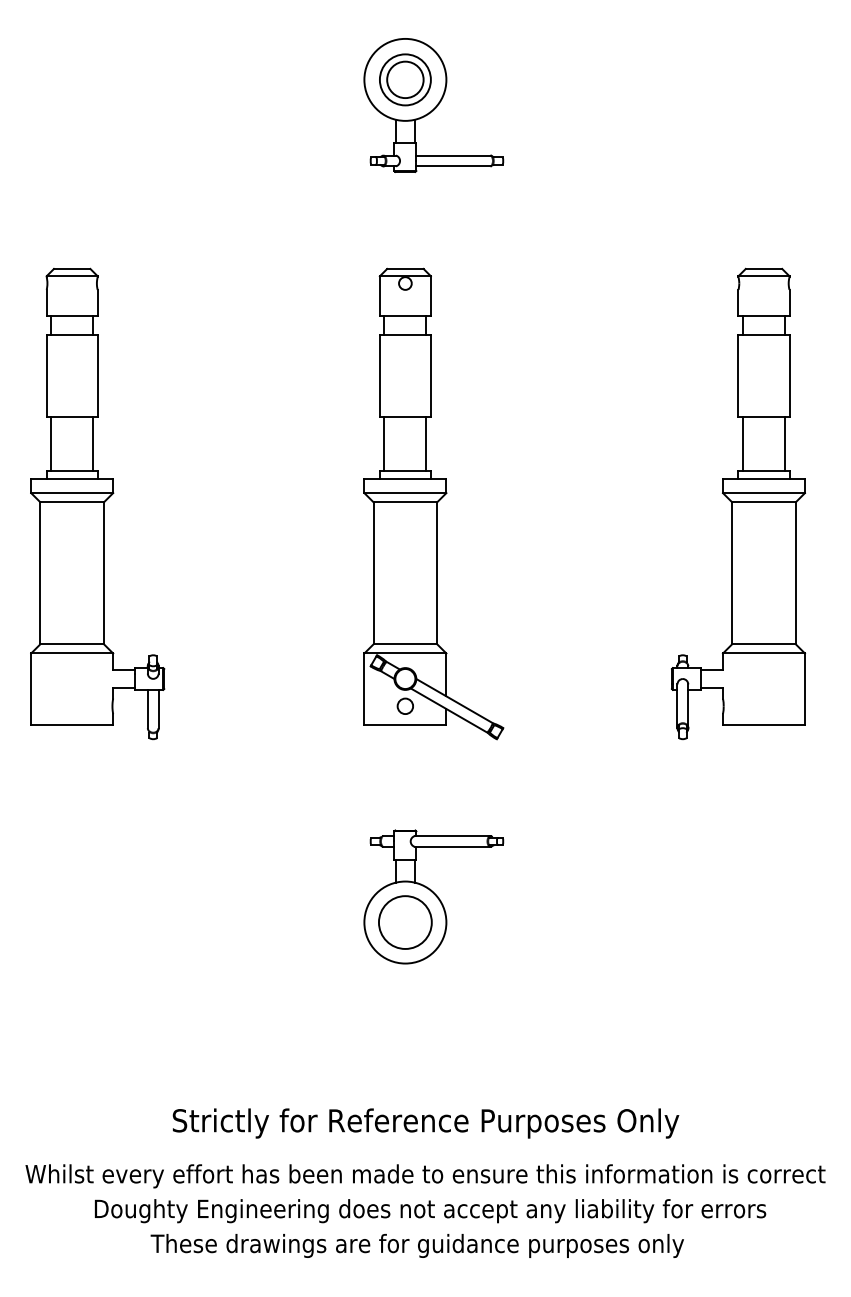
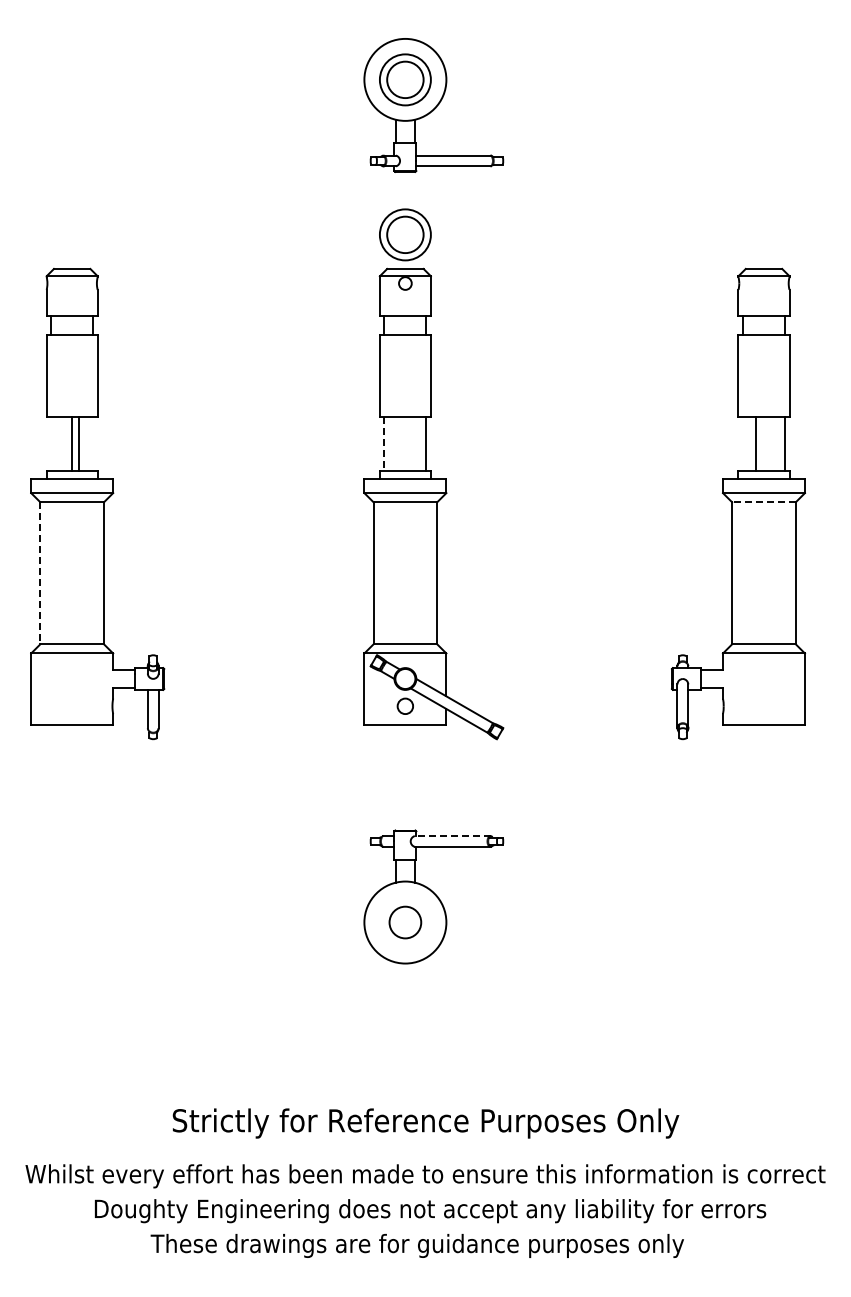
part at (405, 234): none -> present
line at (51, 443) position: (51, 443) -> (72, 443)
line at (93, 443) position: (93, 443) -> (79, 443)
line at (743, 443) position: (743, 443) -> (756, 443)
line at (384, 444): solid -> dashed
line at (763, 502): solid -> dashed
line at (40, 573): solid -> dashed
line at (452, 835): solid -> dashed
circle at (404, 922) diameter: 53 px -> 32 px
